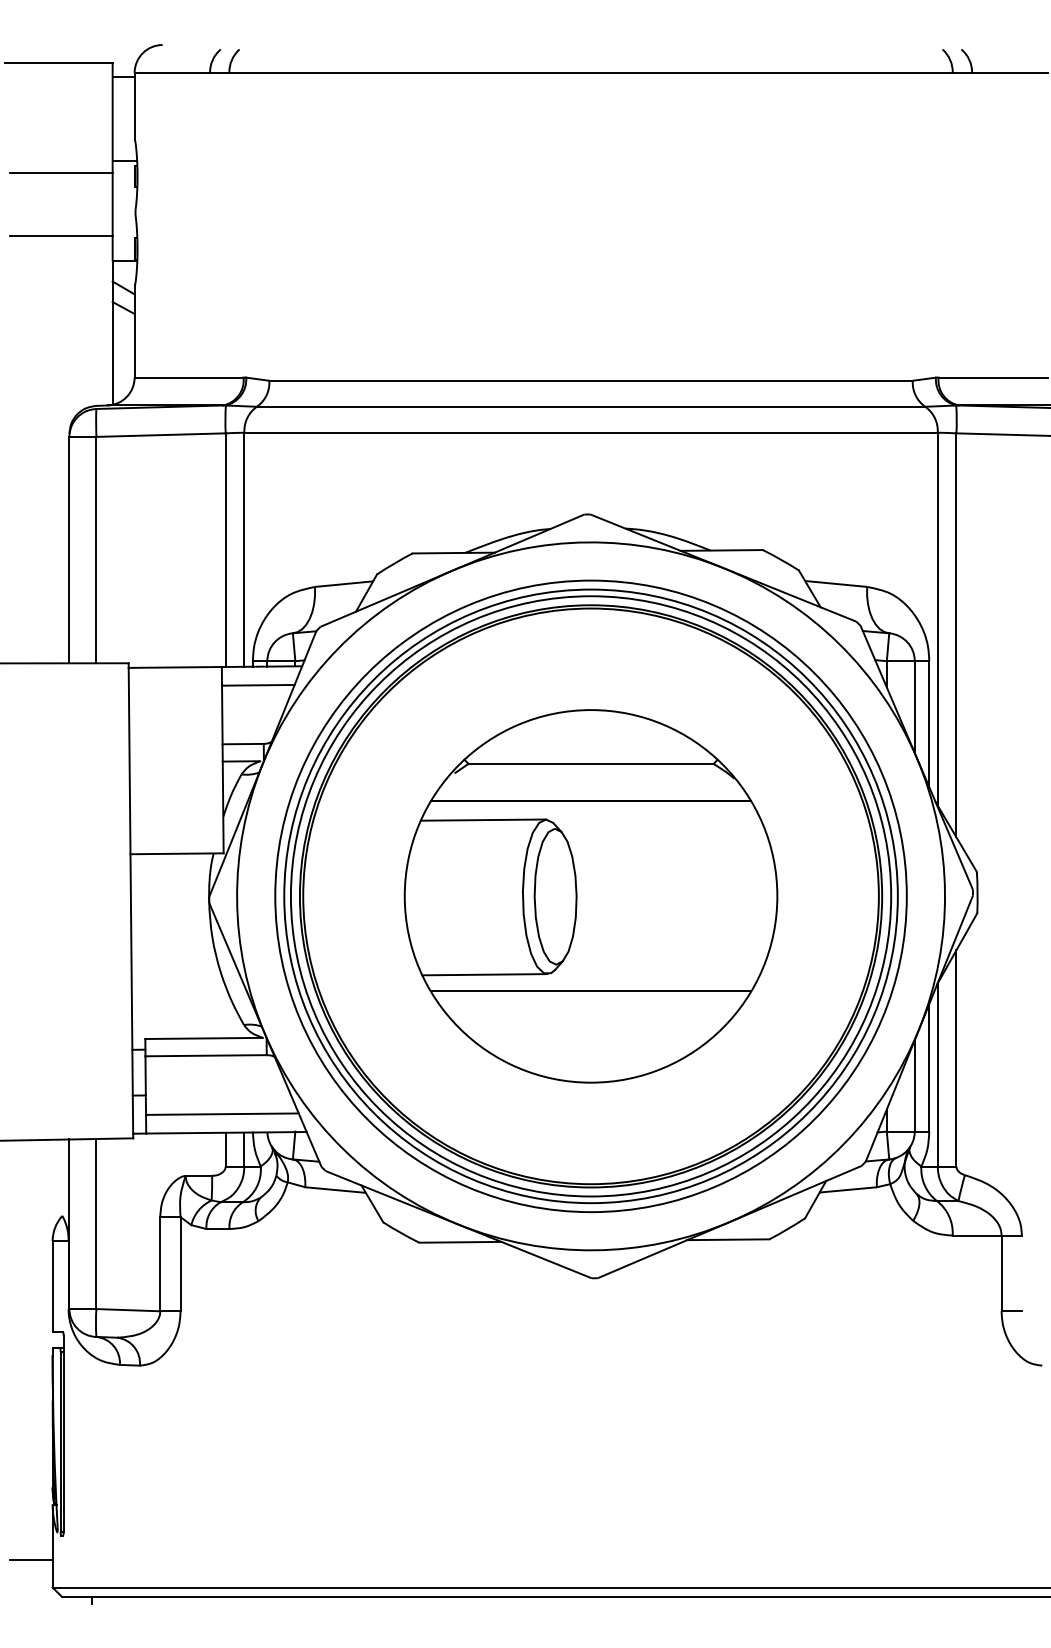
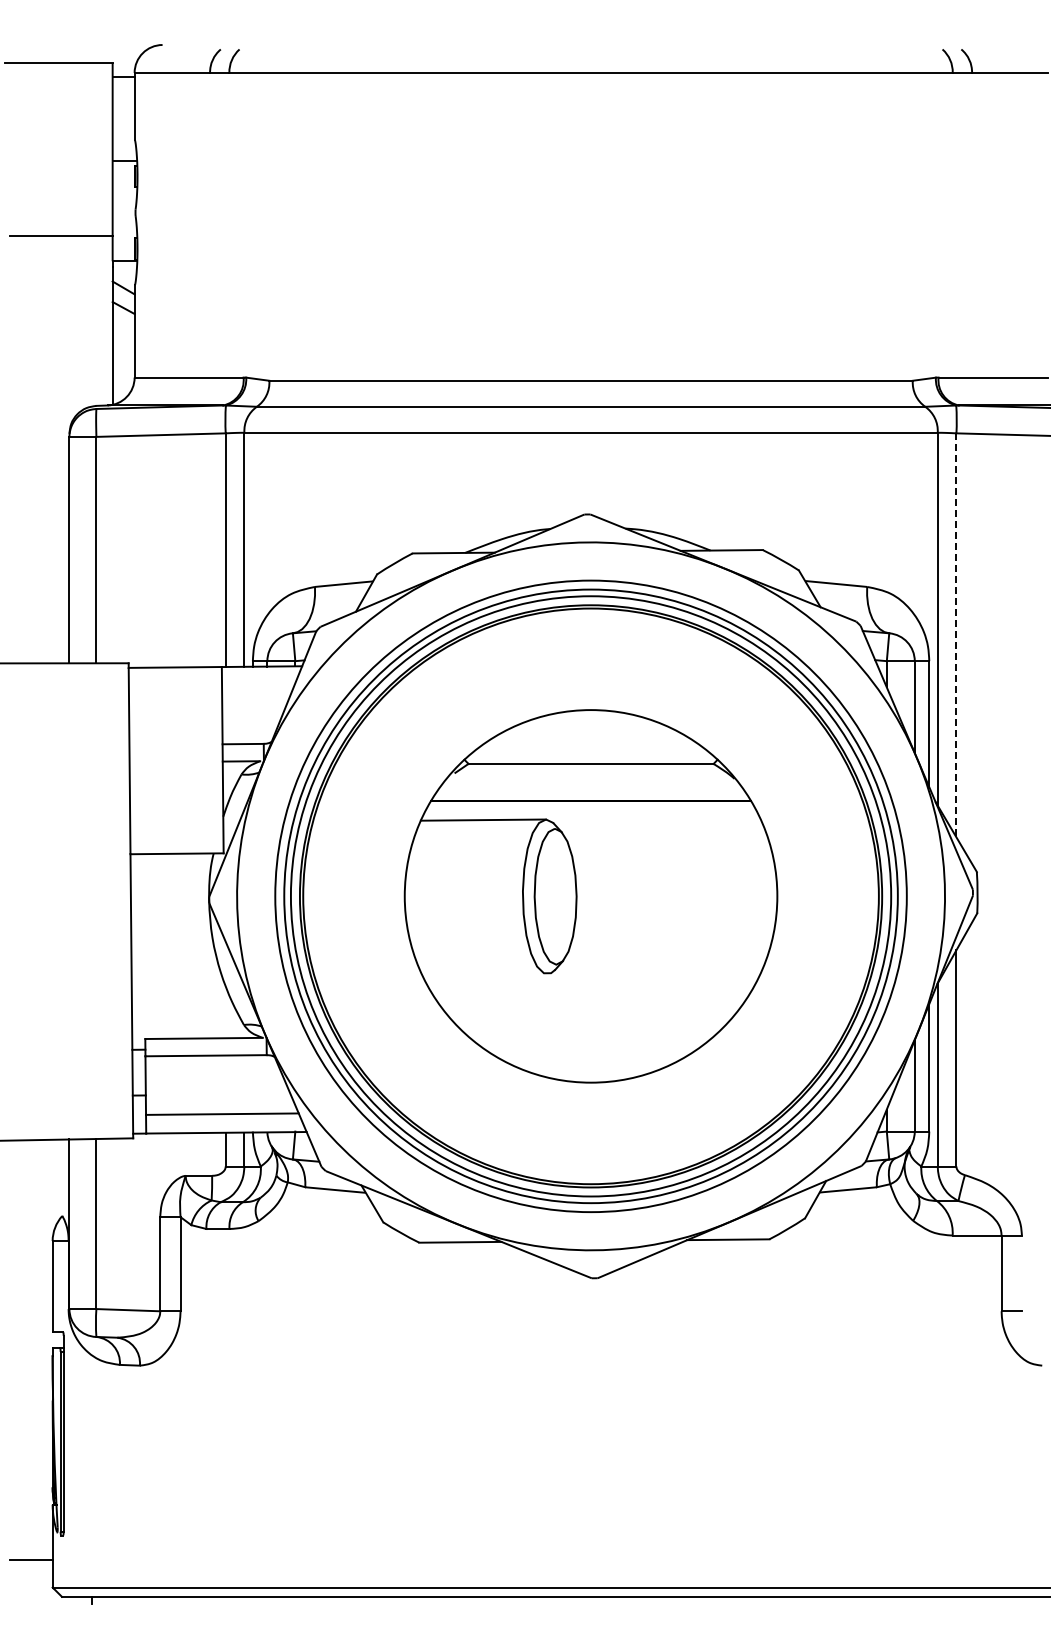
line at (61, 172): present -> none
line at (956, 635): solid -> dashed
line at (258, 684): present -> none
line at (484, 974): present -> none
line at (590, 991): present -> none
